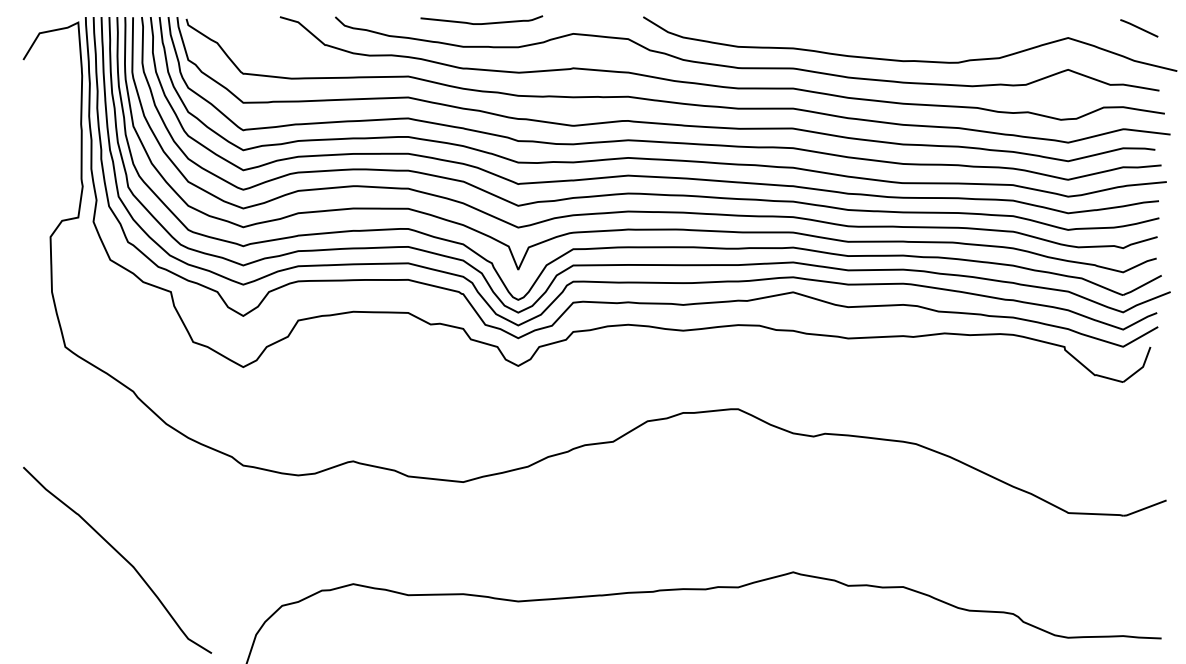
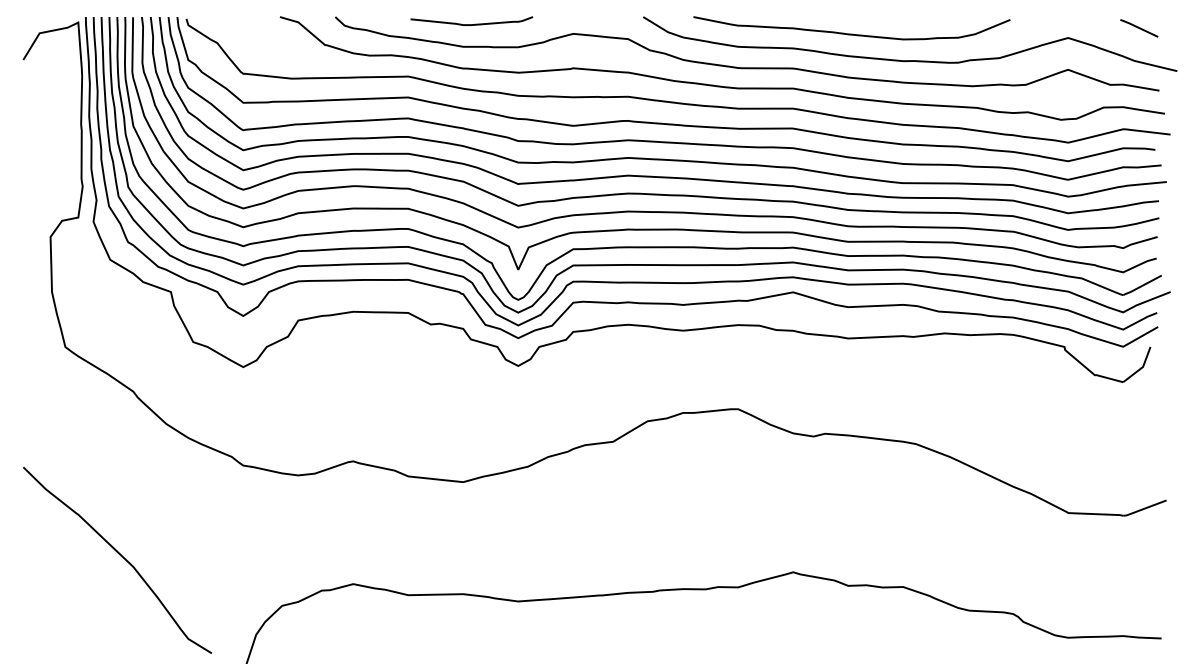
curve at (481, 23) position: (481, 23) -> (471, 24)
curve at (851, 33): none -> present
